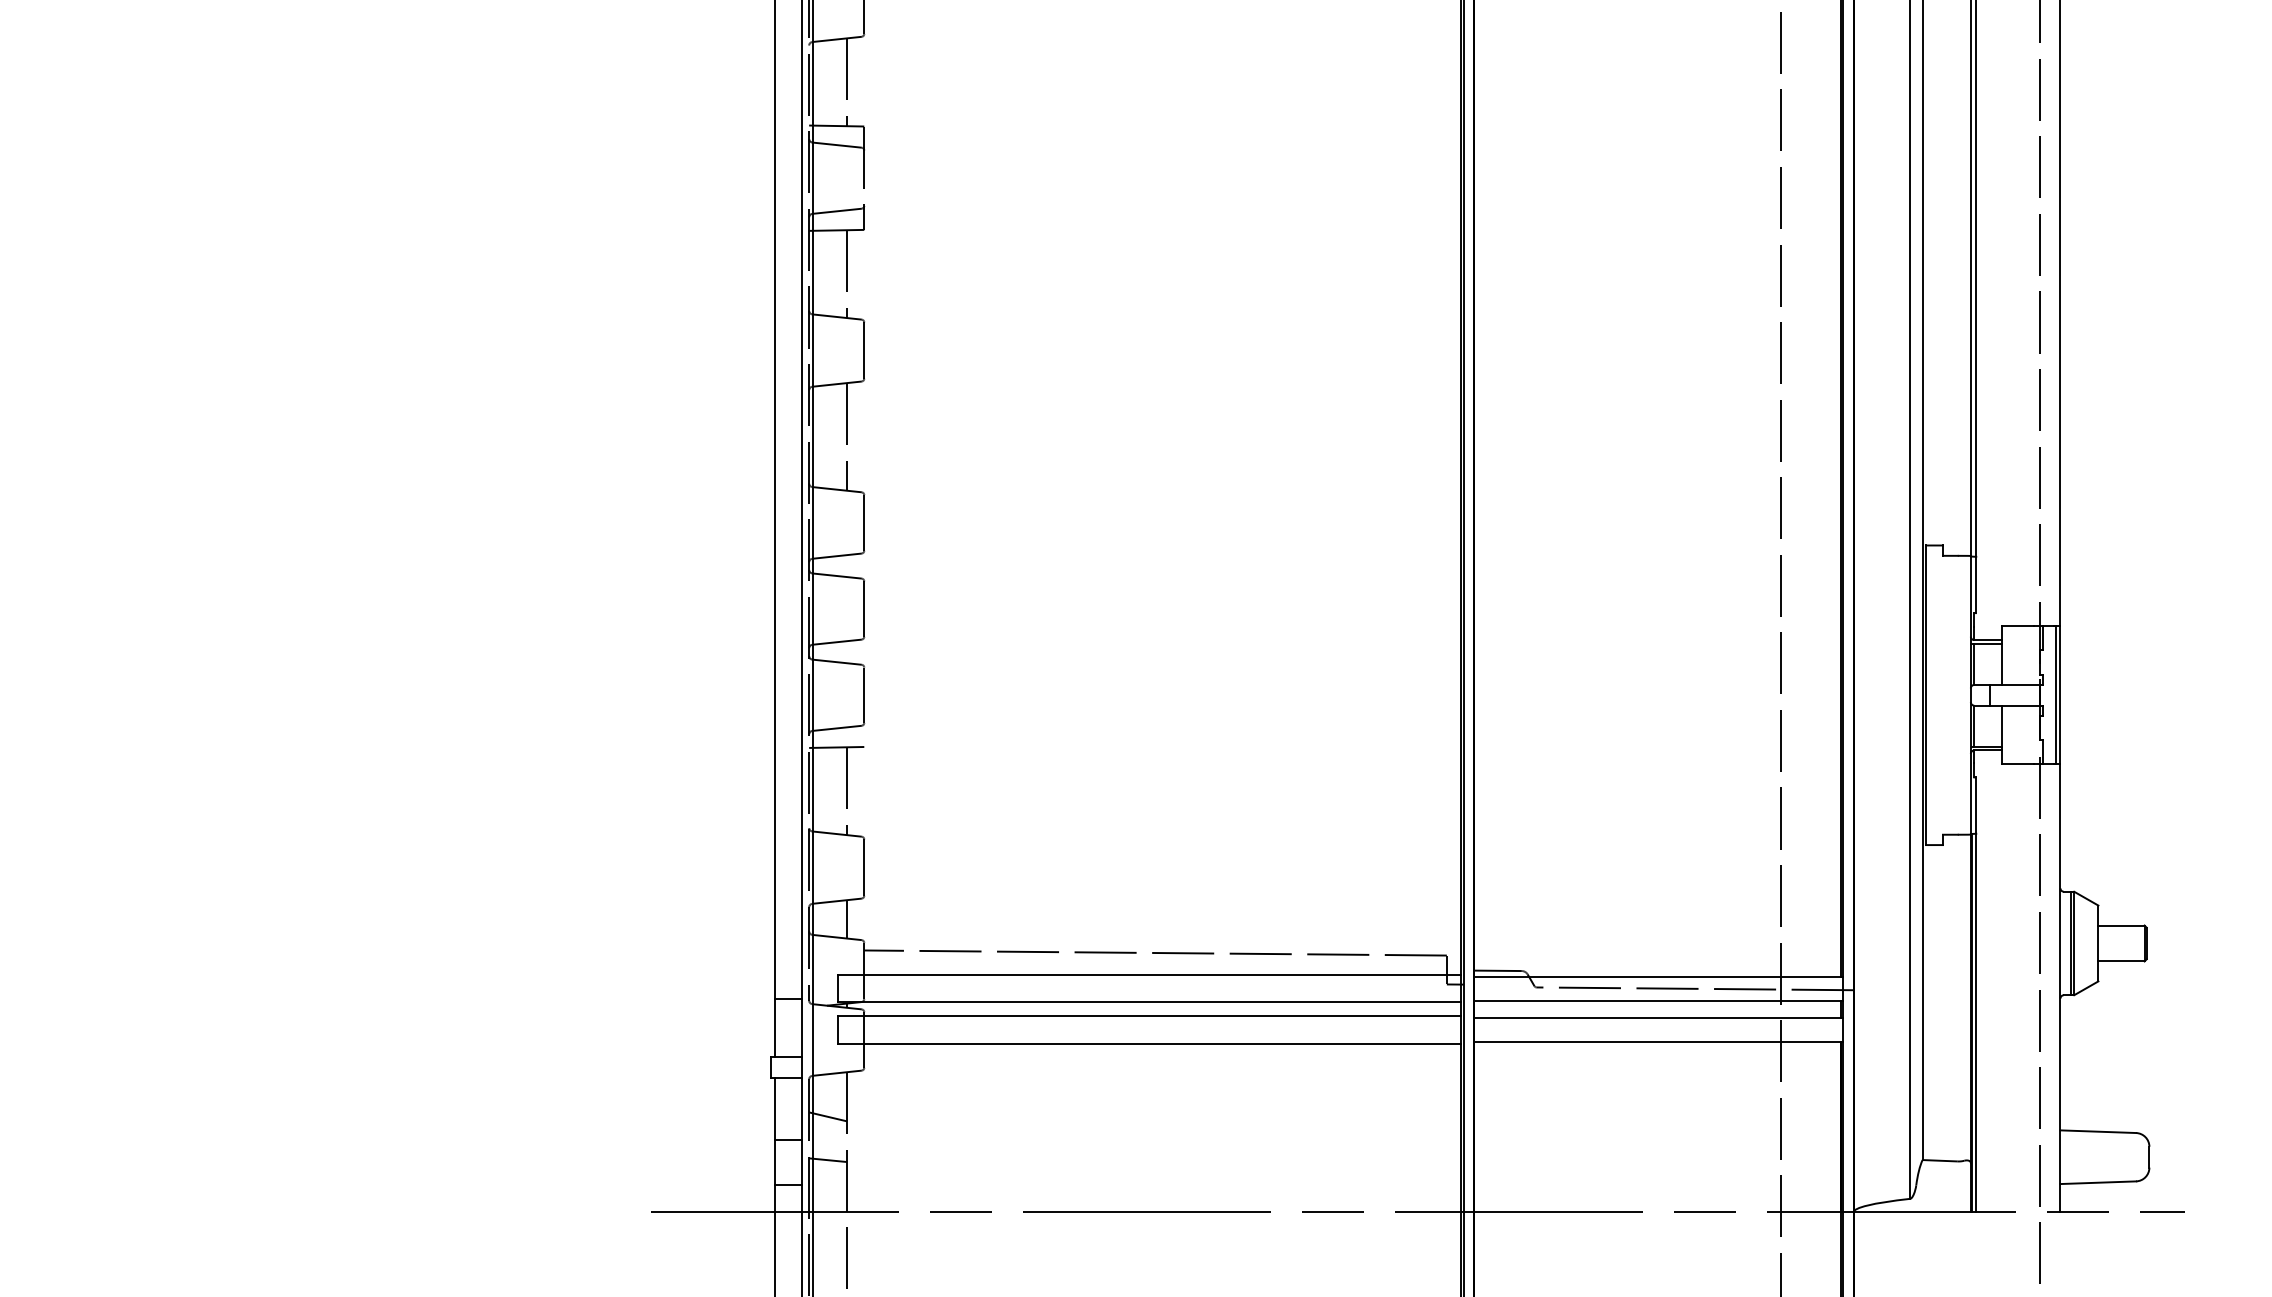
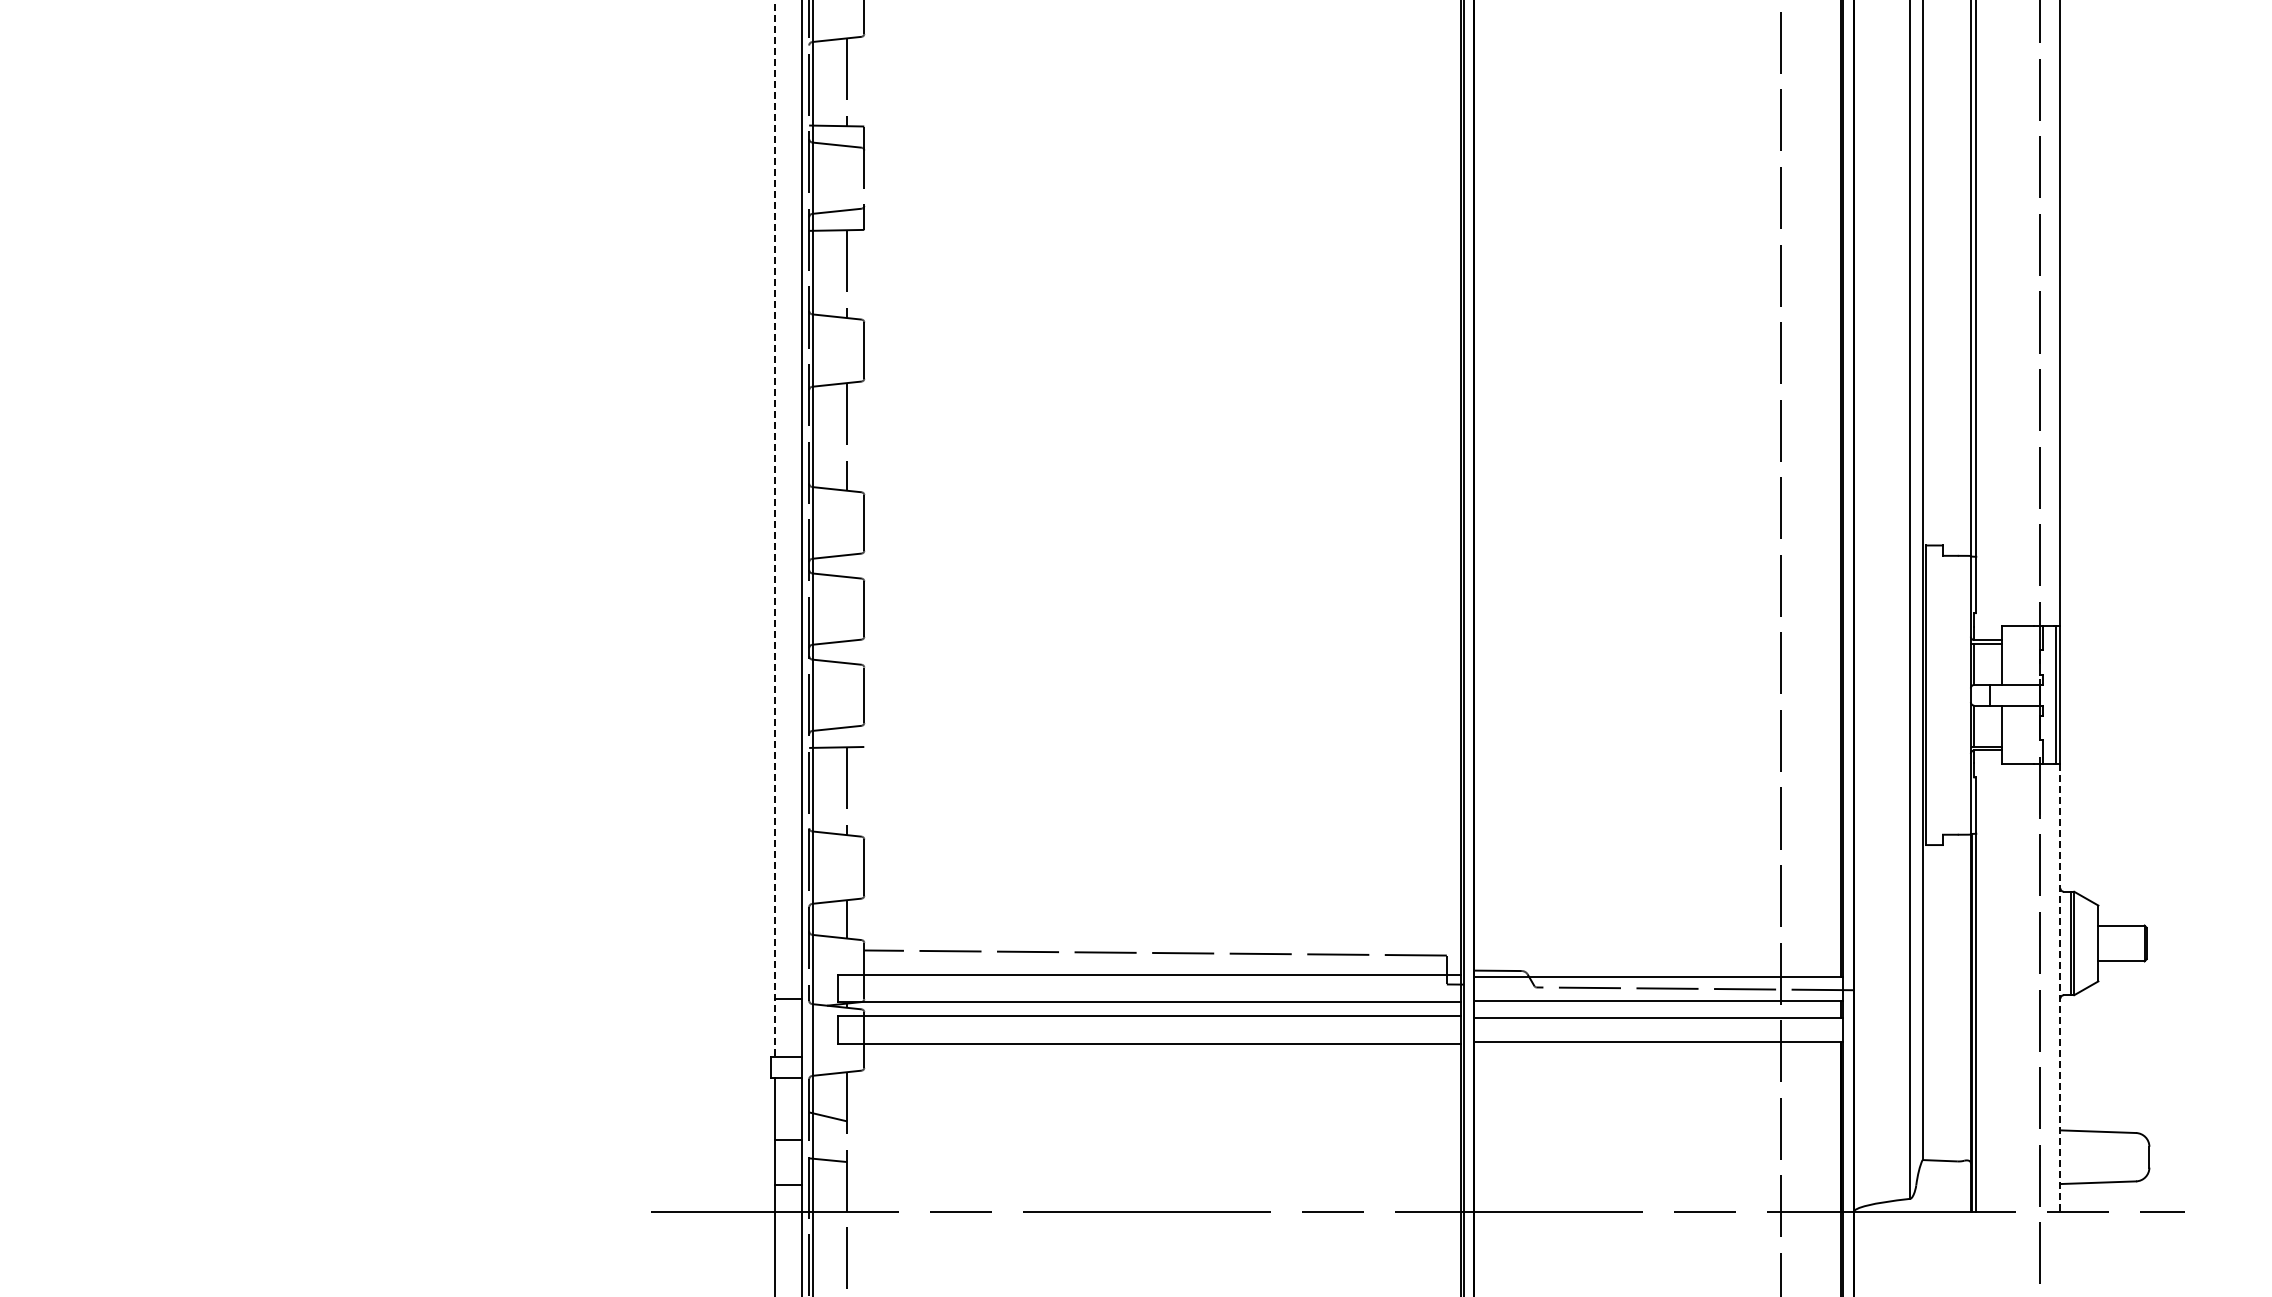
line at (774, 528): solid -> dashed
line at (2060, 988): solid -> dashed
